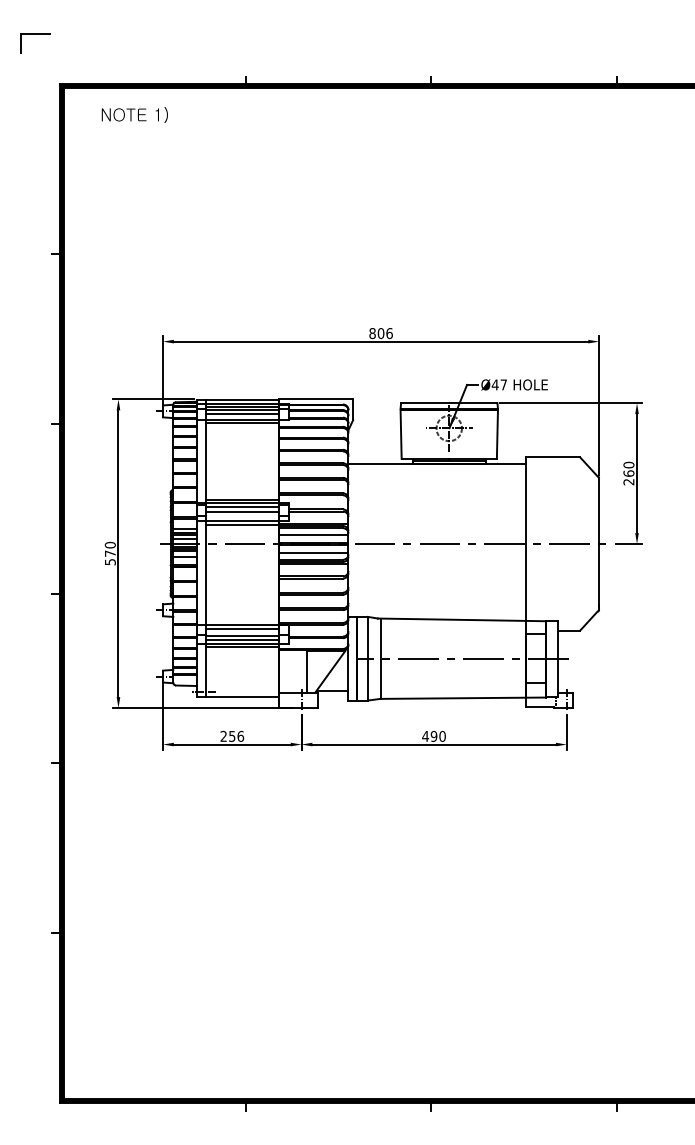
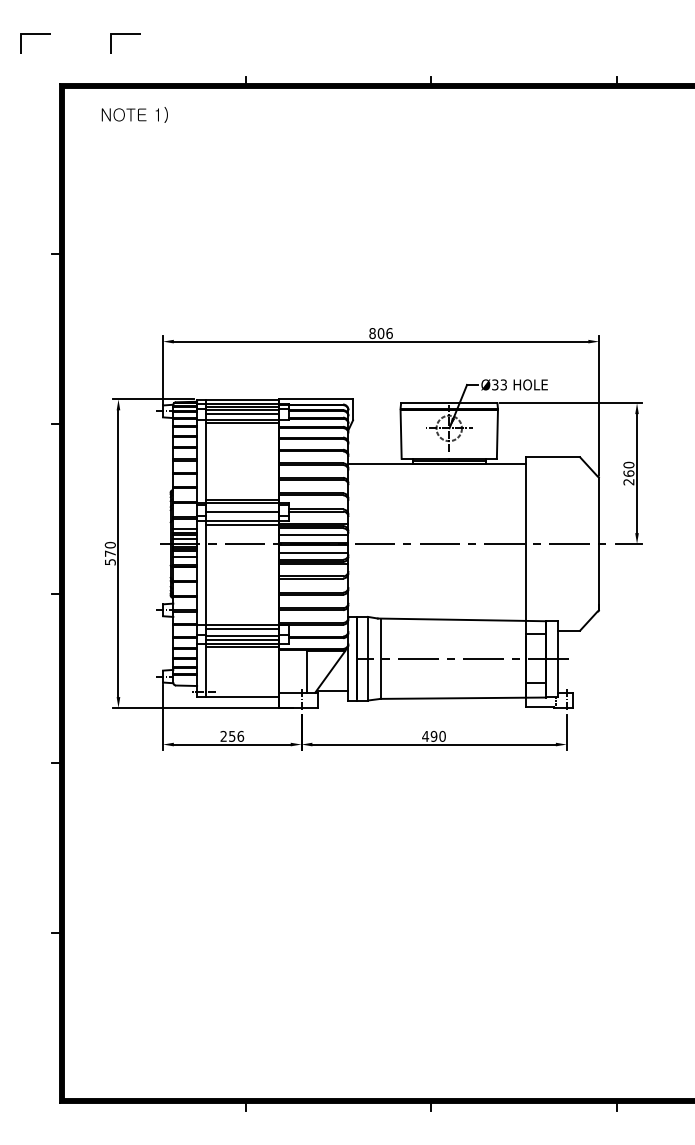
line at (125, 34): none -> present
text at (498, 384): Ø47 -> Ø33
line at (242, 507): present -> none
